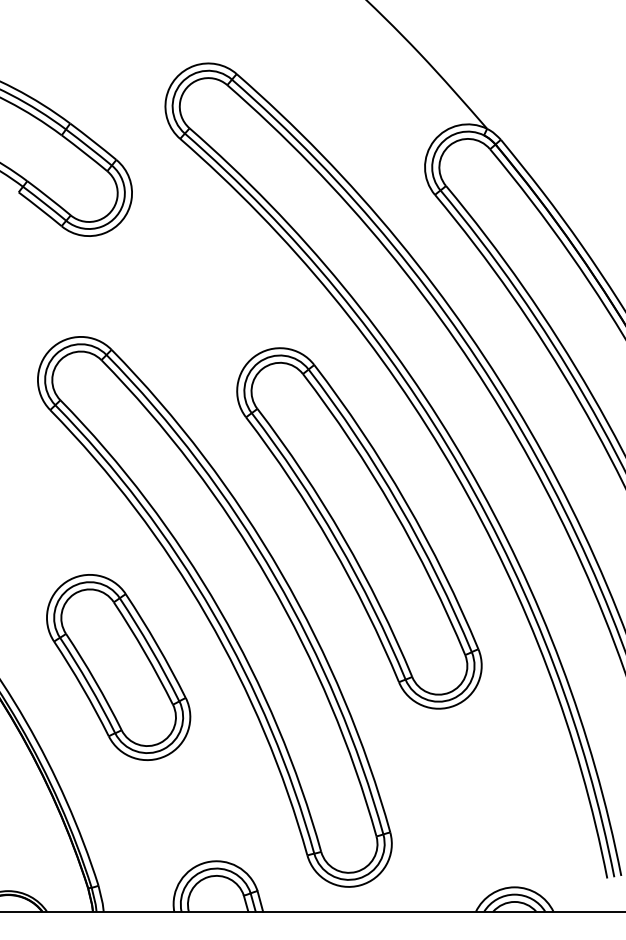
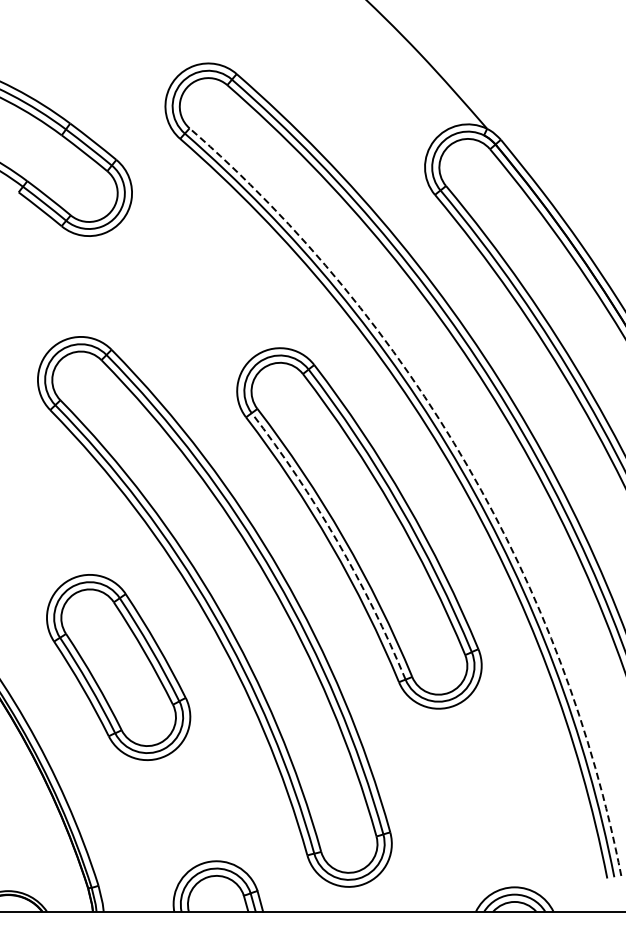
arc at (467, 466): solid -> dashed
arc at (337, 541): solid -> dashed
